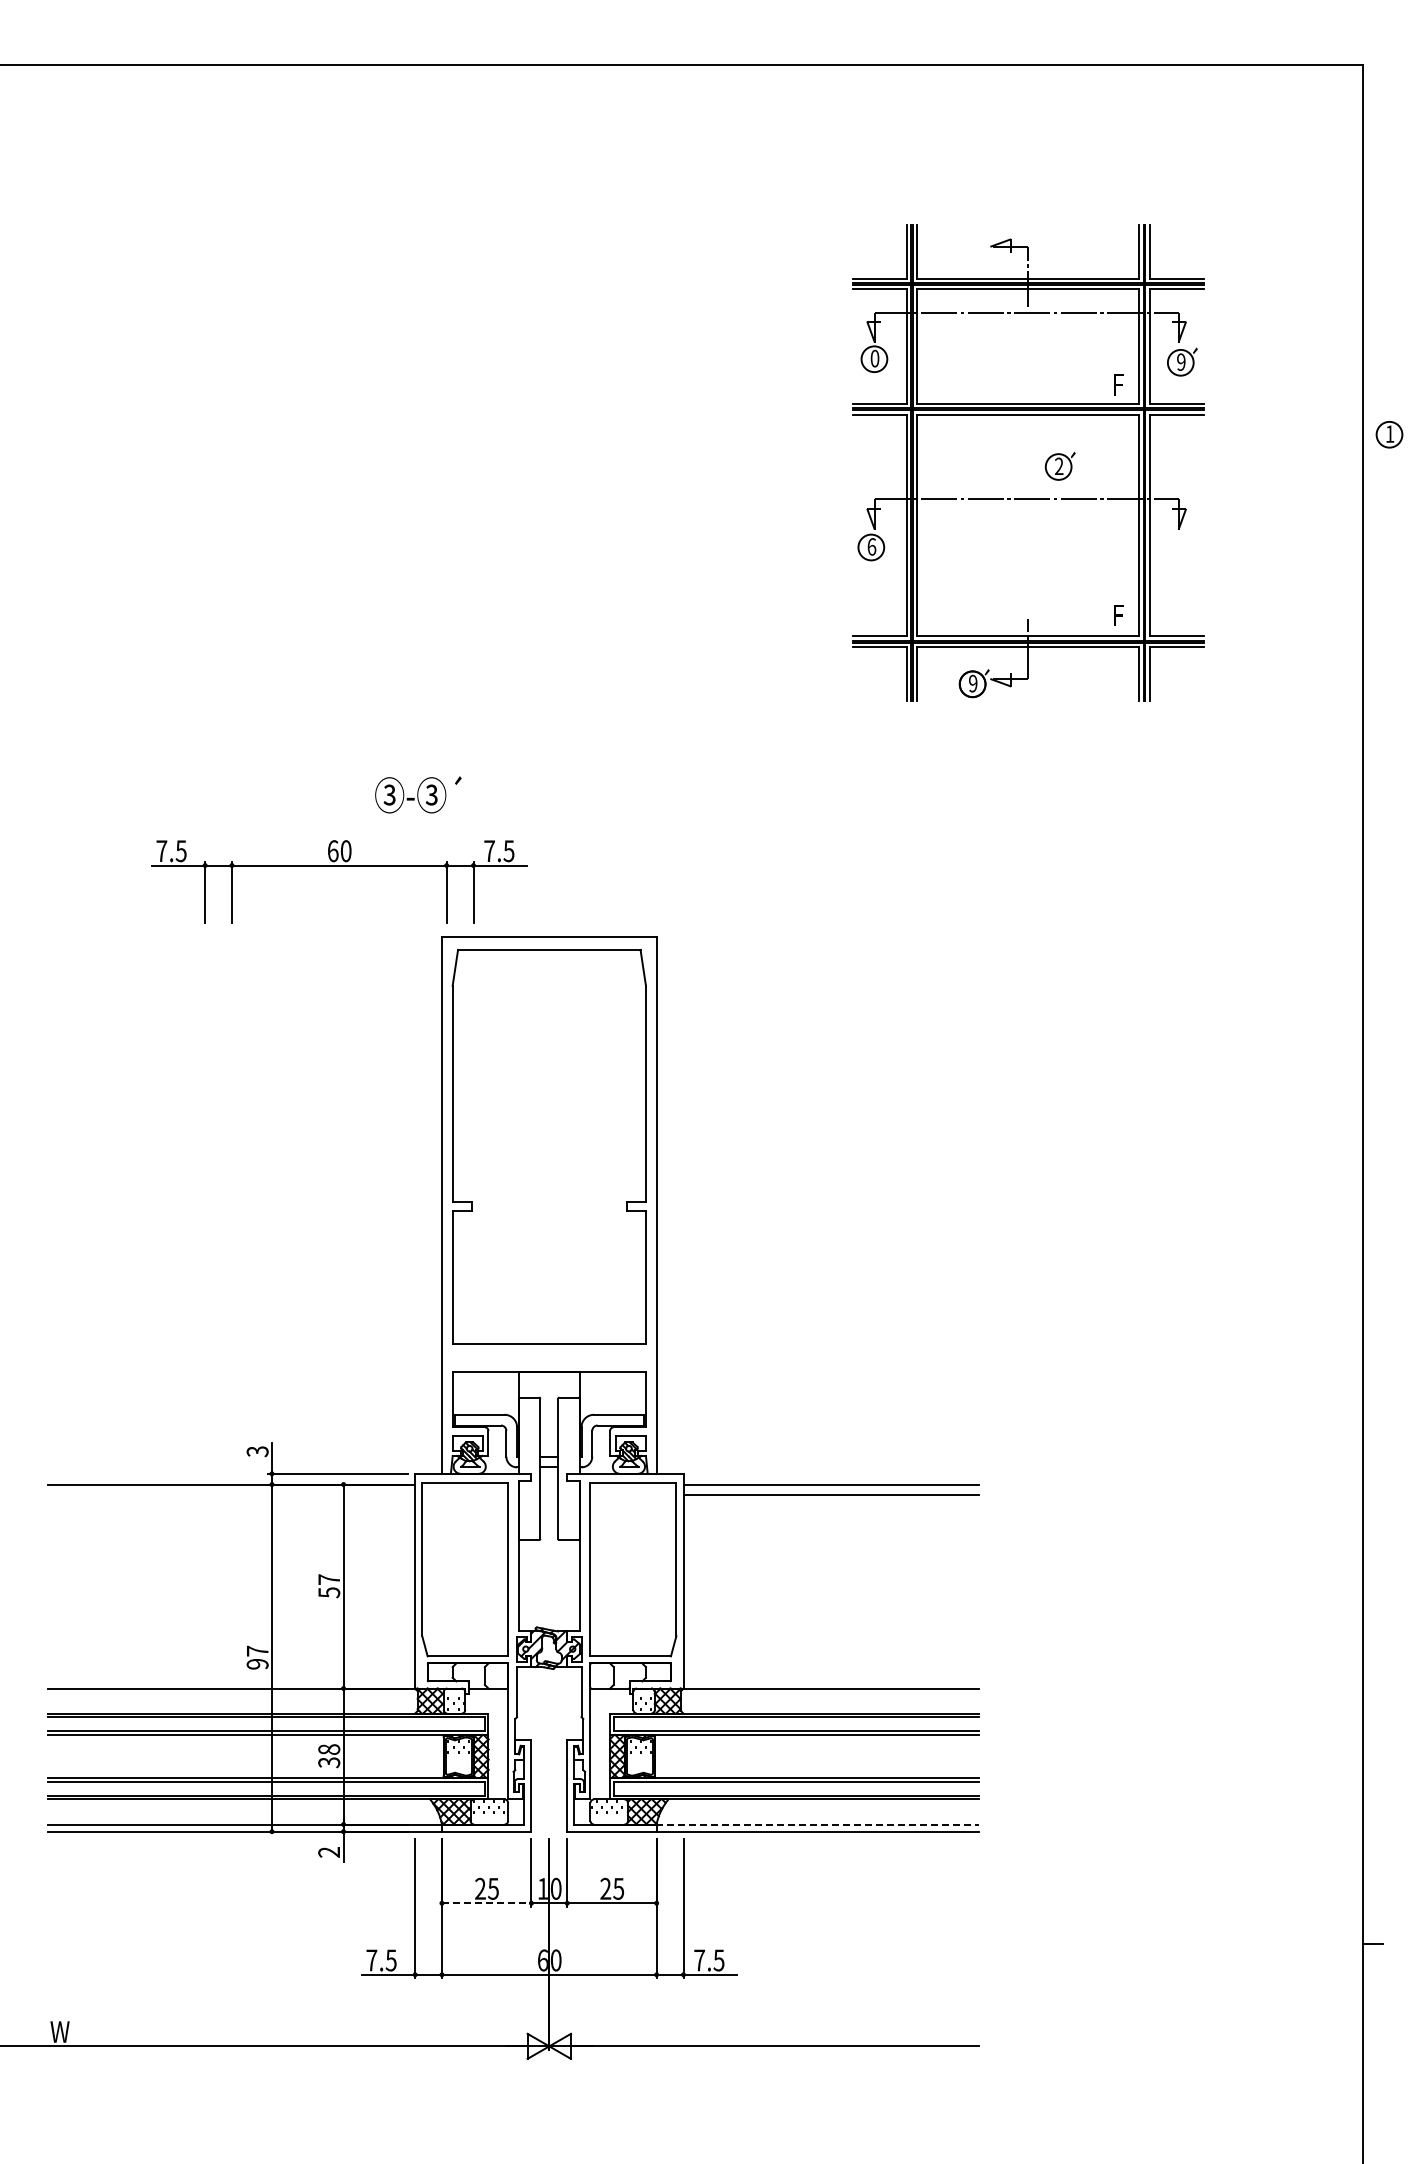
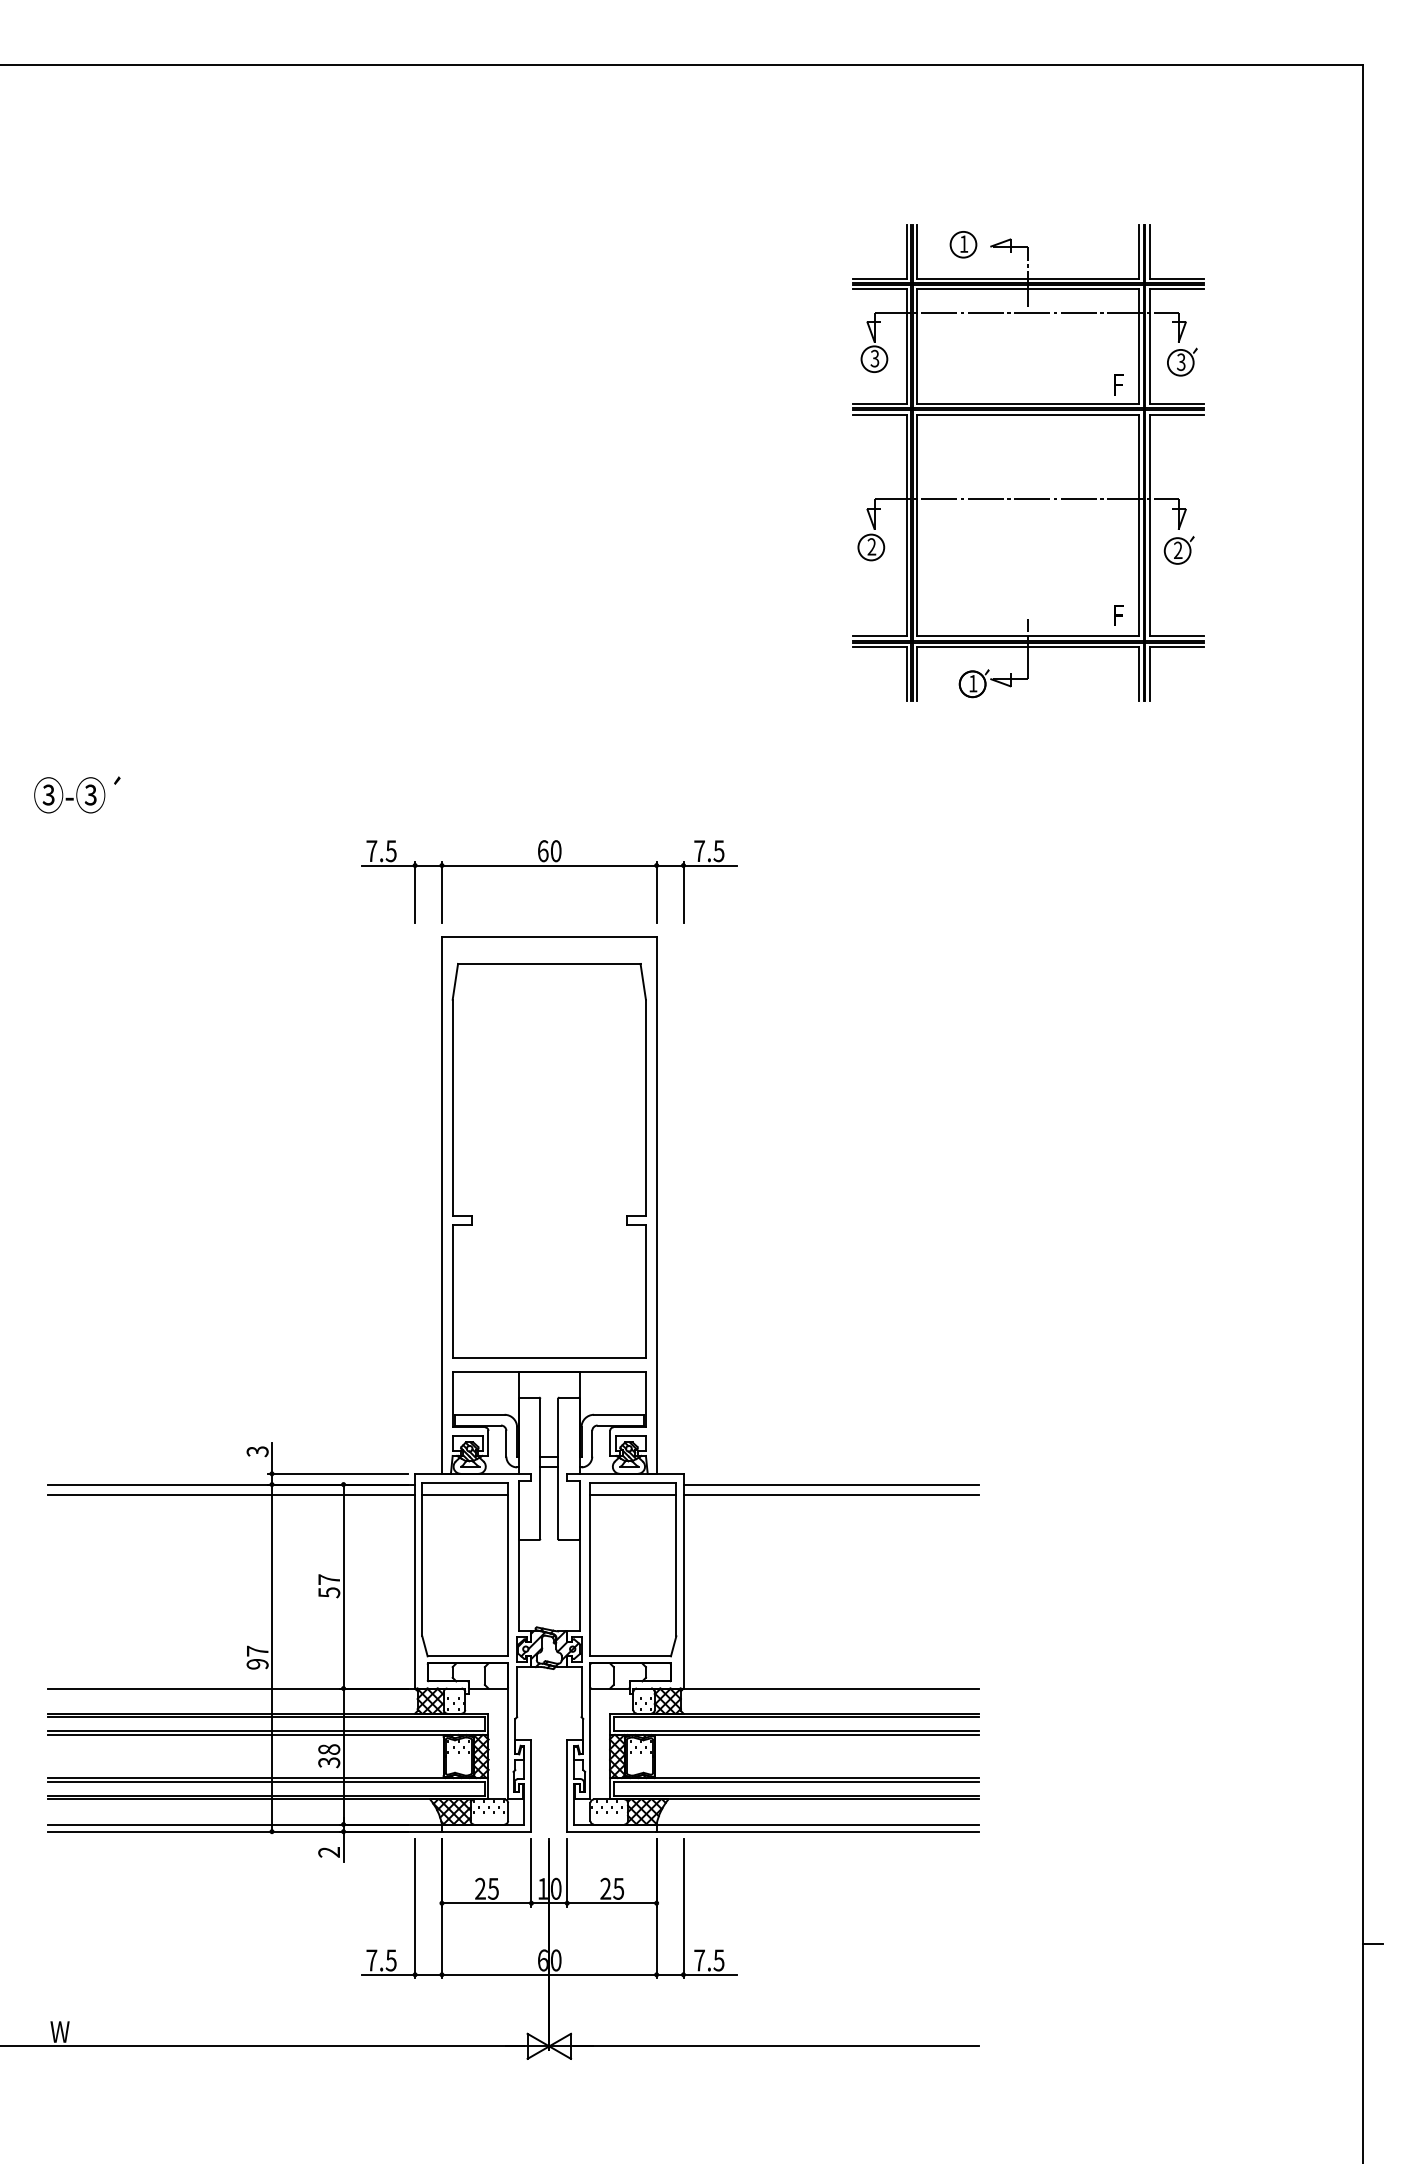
text at (874, 358): 0 -> 3
text at (1181, 361): 9 -> 3
part at (1389, 434) position: (1389, 434) -> (963, 244)
part at (1059, 466) position: (1059, 466) -> (1178, 550)
text at (871, 546): 6 -> 2
text at (973, 683): 9 -> 1
text at (418, 794) position: (418, 794) -> (77, 794)
part at (339, 866) position: (339, 866) -> (549, 866)
part at (548, 1146) position: (548, 1146) -> (548, 1160)
line at (231, 1495): none -> present
line at (465, 1495): none -> present
line at (633, 1495): none -> present
line at (817, 1824): dashed -> solid
line at (486, 1903): dashed -> solid
